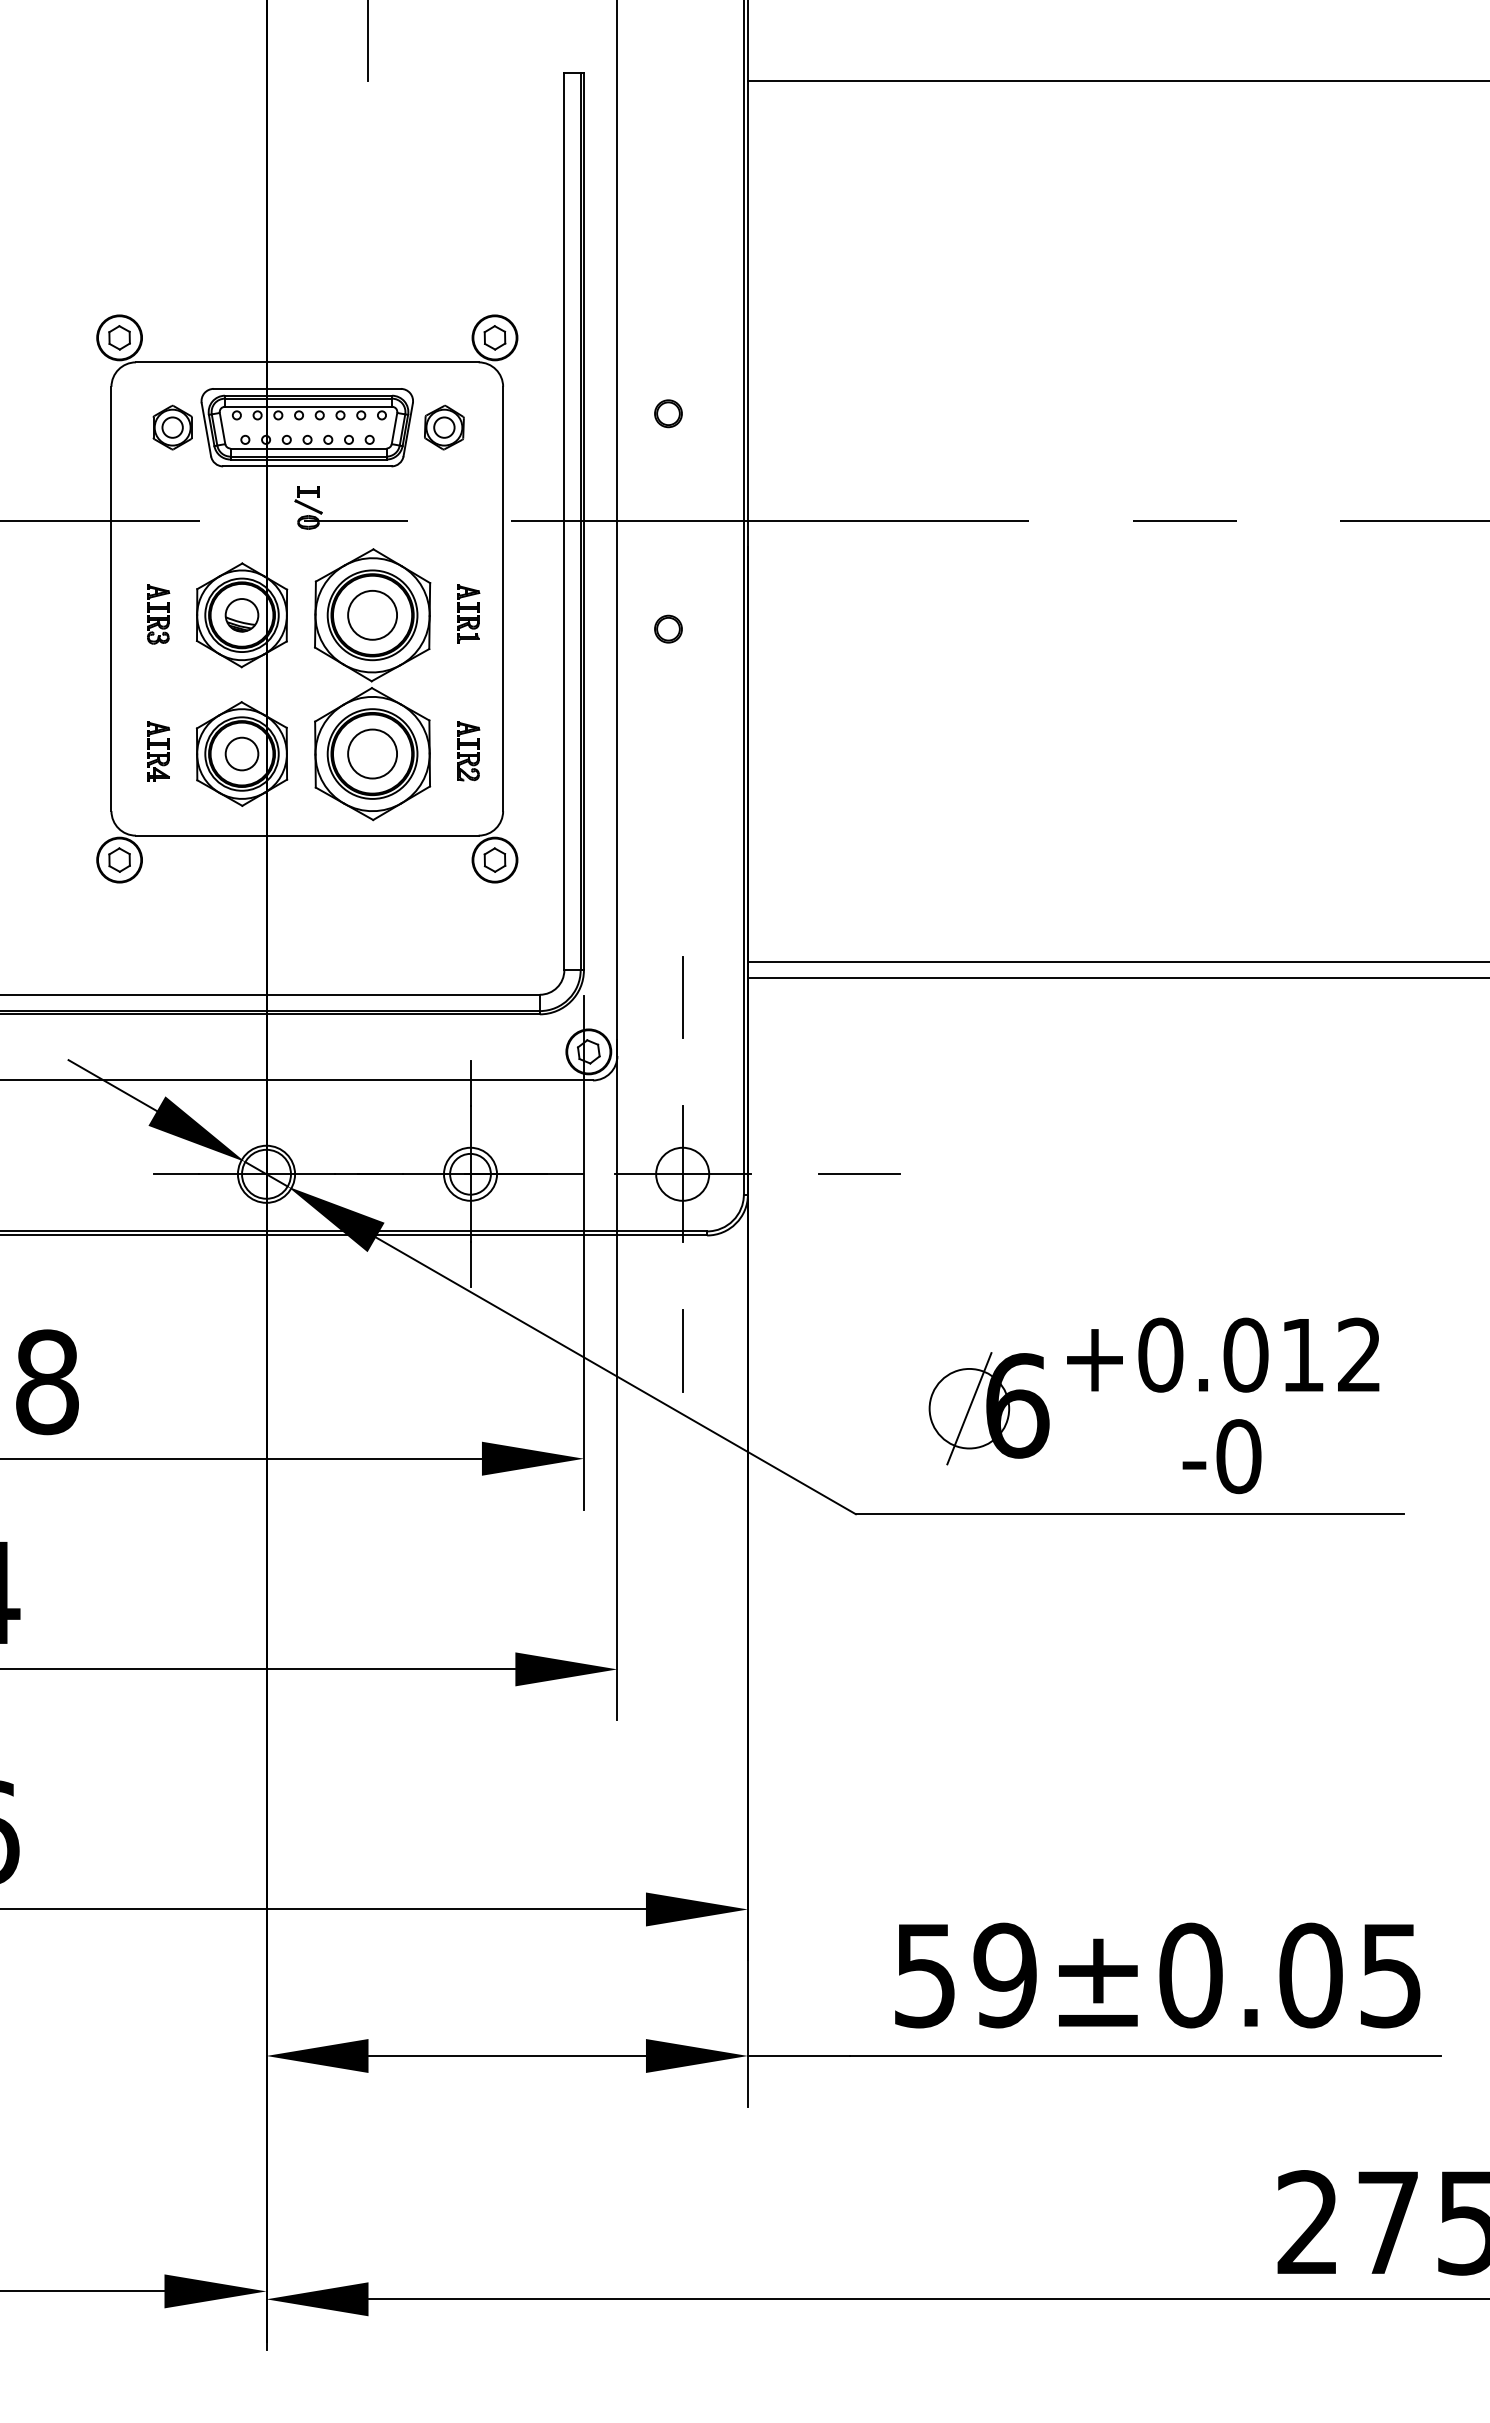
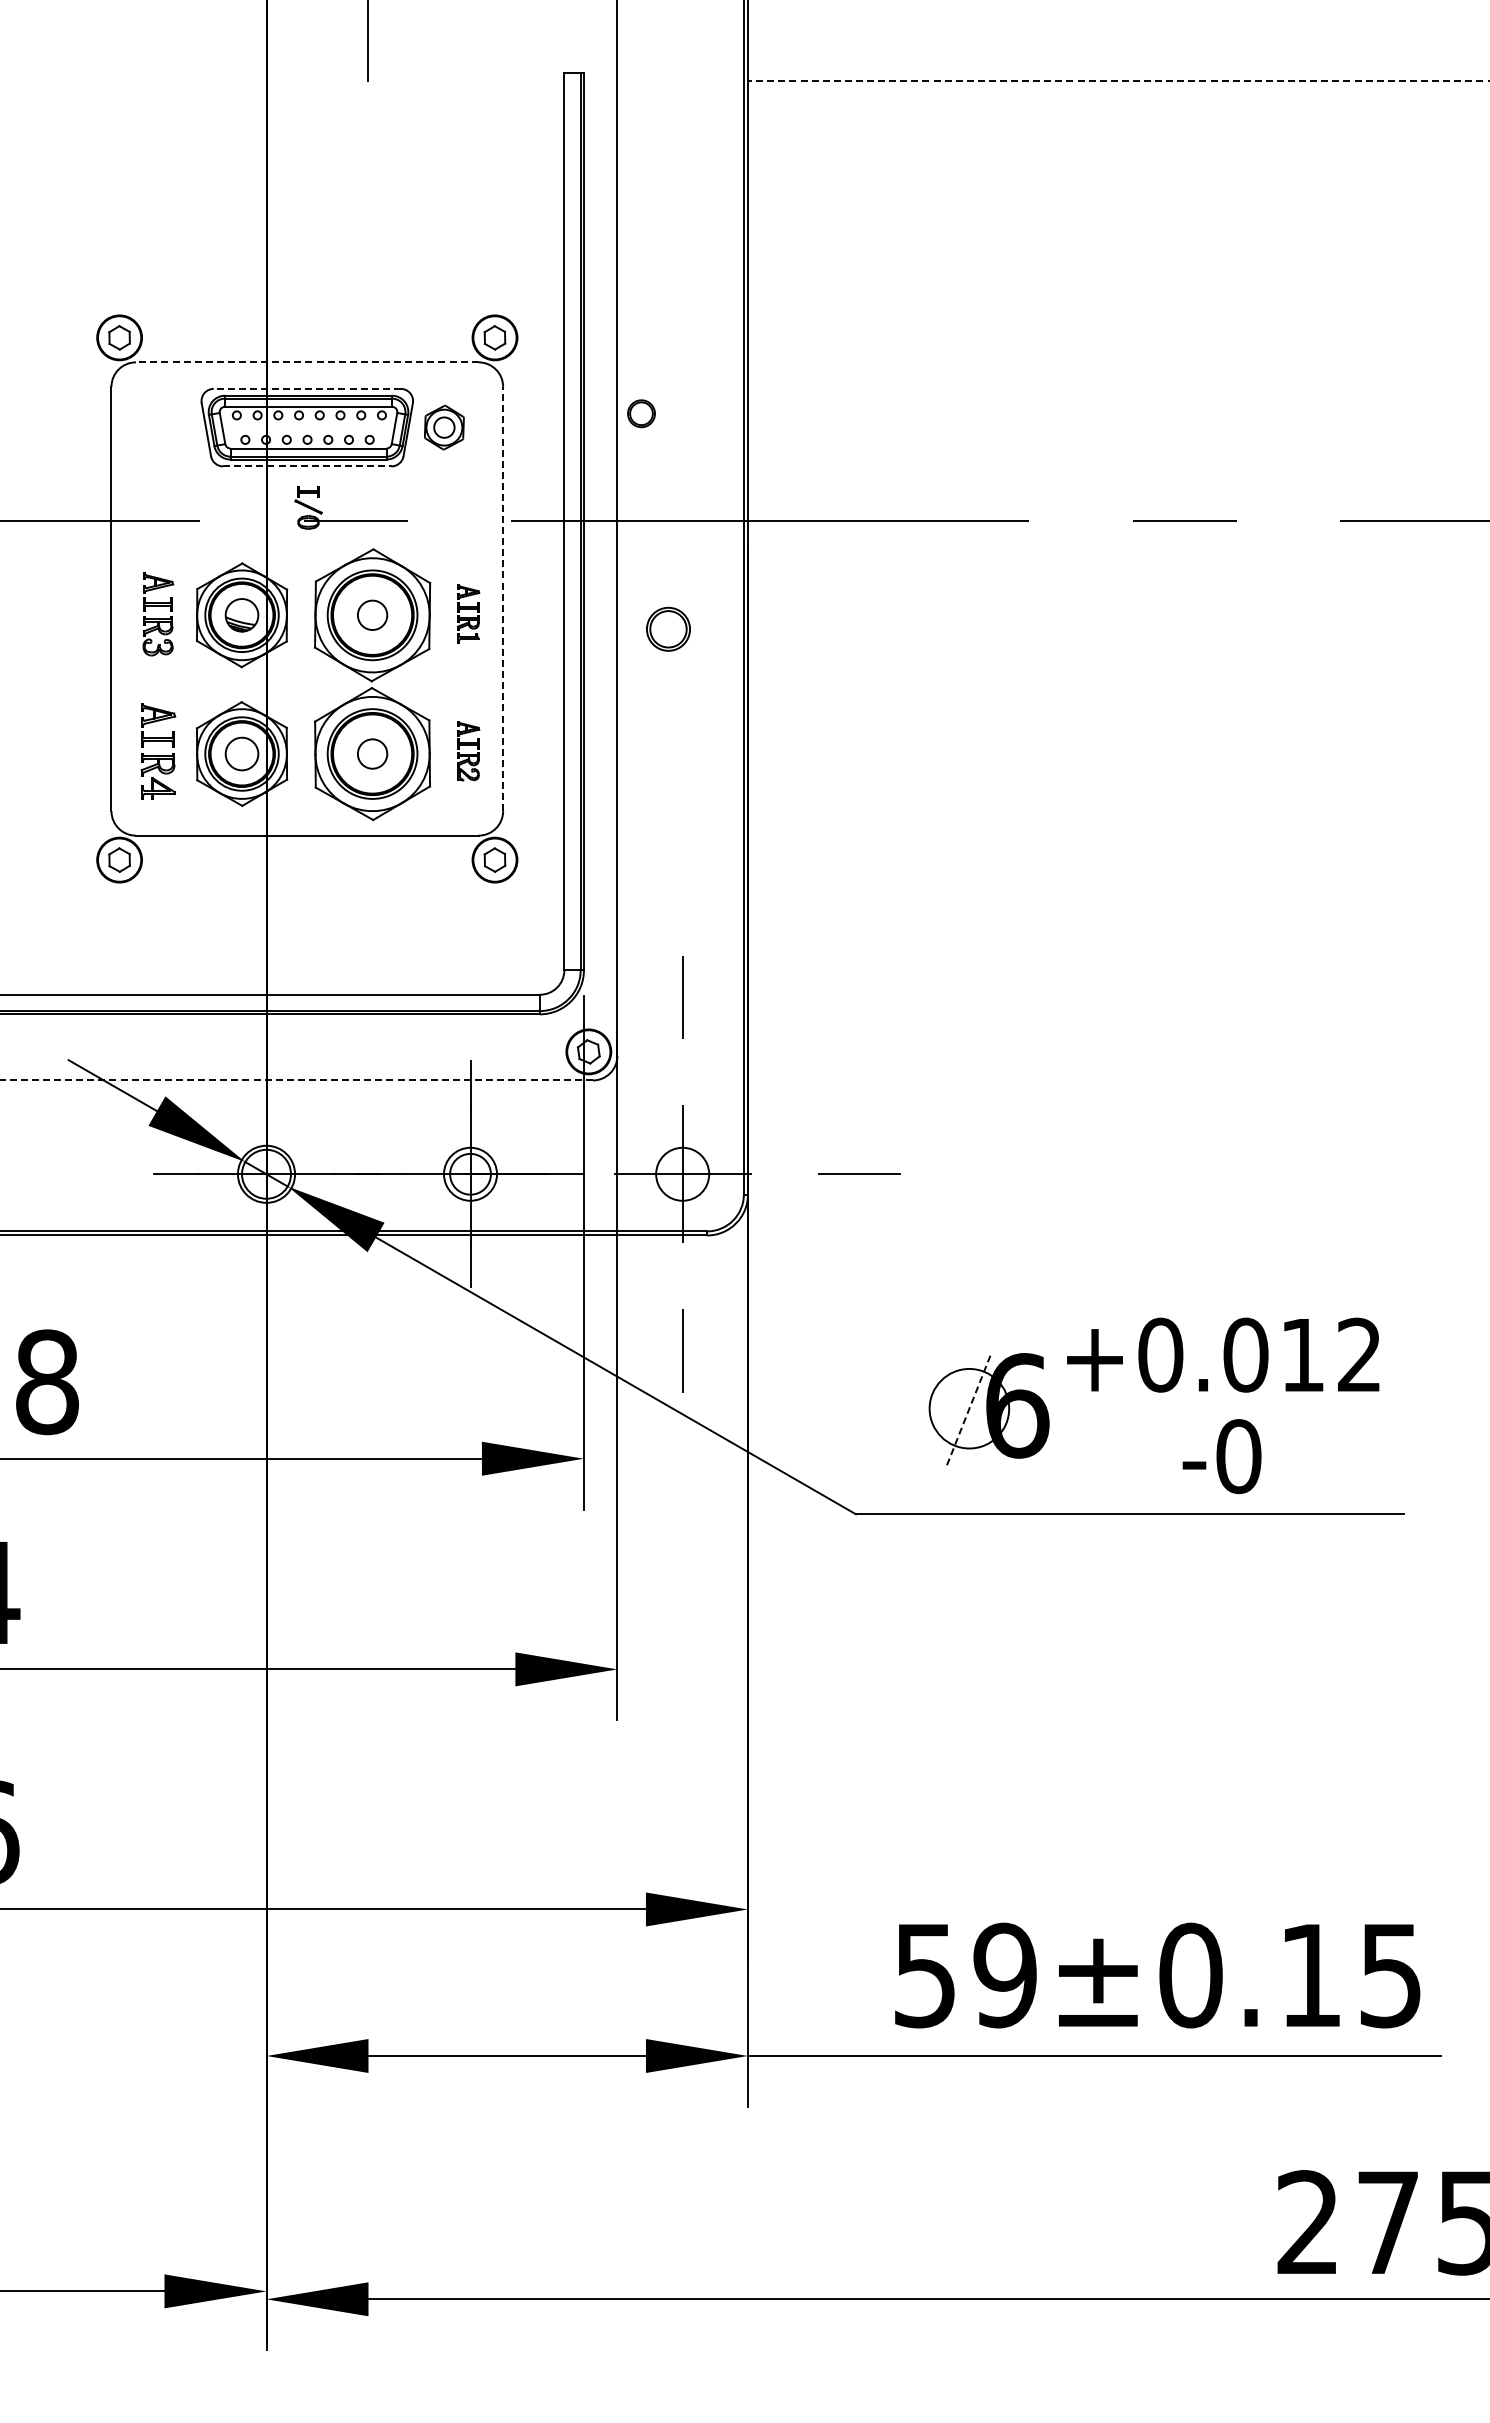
line at (1118, 80): solid -> dashed
line at (306, 362): solid -> dashed
line at (307, 388): solid -> dashed
part at (668, 413) position: (668, 413) -> (641, 413)
part at (172, 427): present -> none
line at (307, 466): solid -> dashed
line at (503, 598): solid -> dashed
part at (158, 614) size: 24x61 px -> 33x85 px
circle at (372, 614) diameter: 49 px -> 29 px
part at (668, 628) size: 29x30 px -> 45x46 px
part at (158, 751) size: 24x61 px -> 37x97 px
circle at (372, 753) diameter: 49 px -> 29 px
line at (1116, 962): present -> none
line at (1116, 978): present -> none
line at (296, 1080): solid -> dashed
line at (969, 1408): solid -> dashed
text at (1310, 1975): 59±0.05 -> 59±0.15
